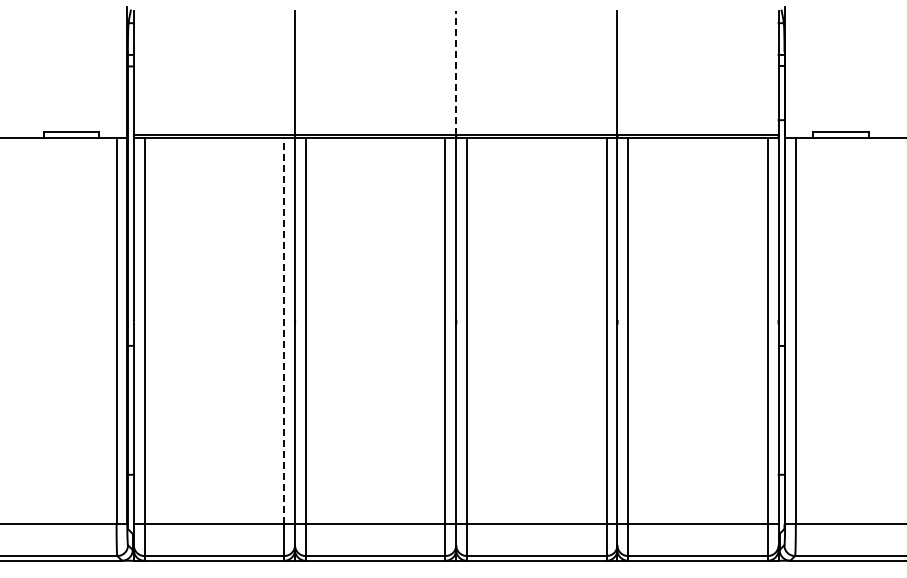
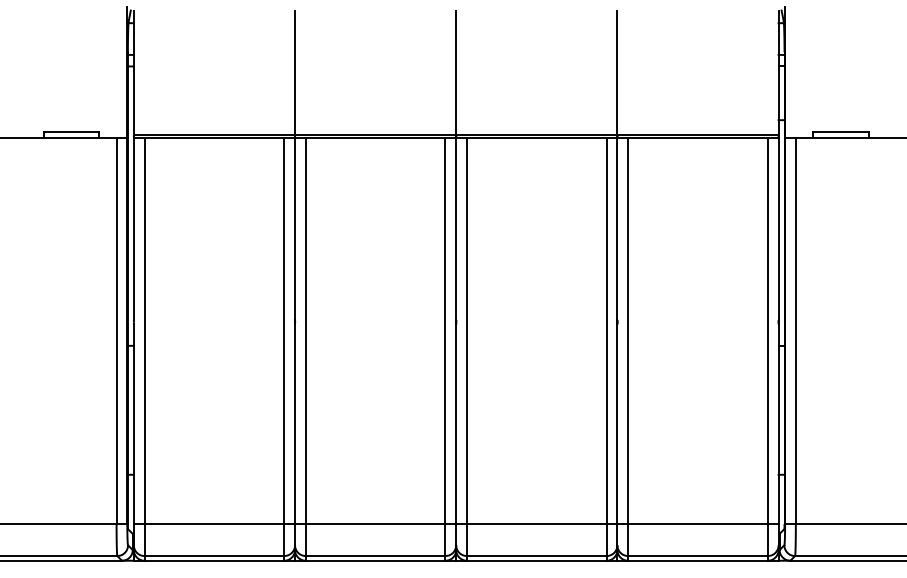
line at (456, 72): dashed -> solid
line at (284, 331): dashed -> solid
